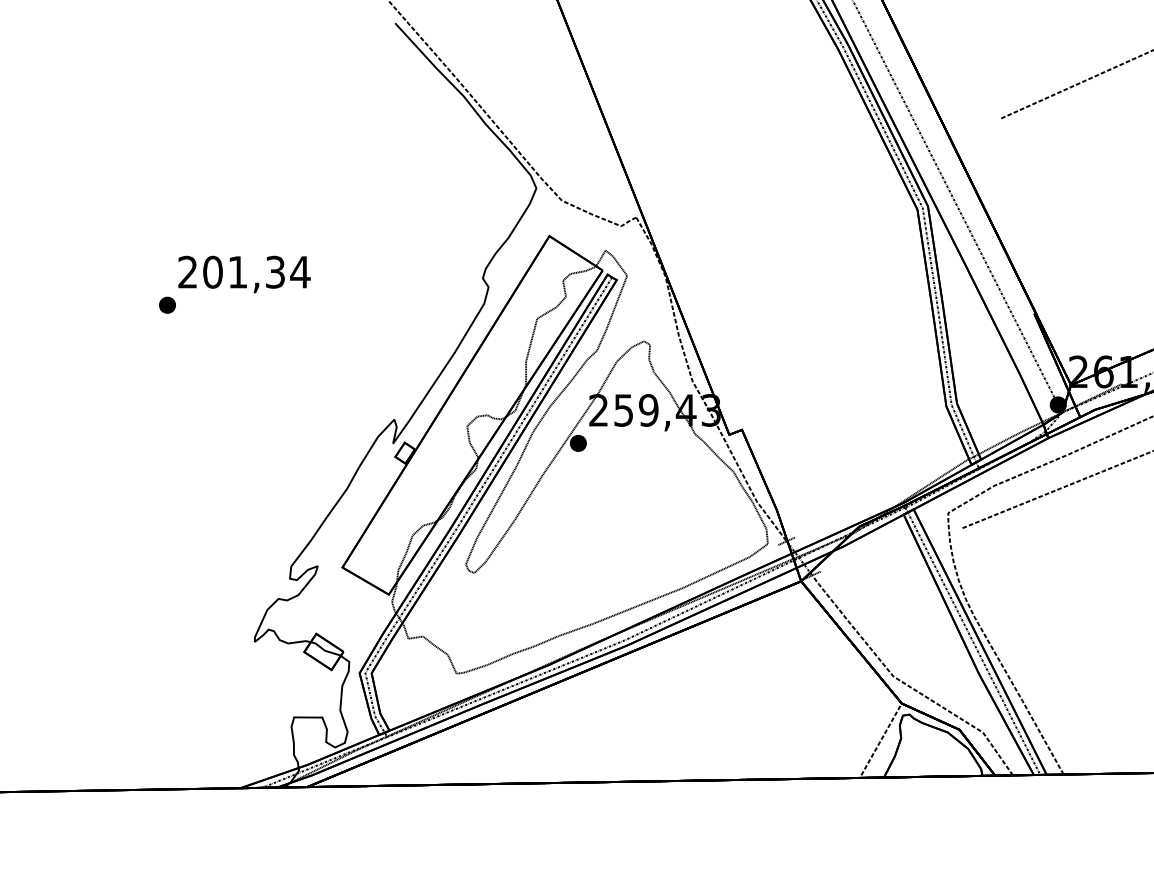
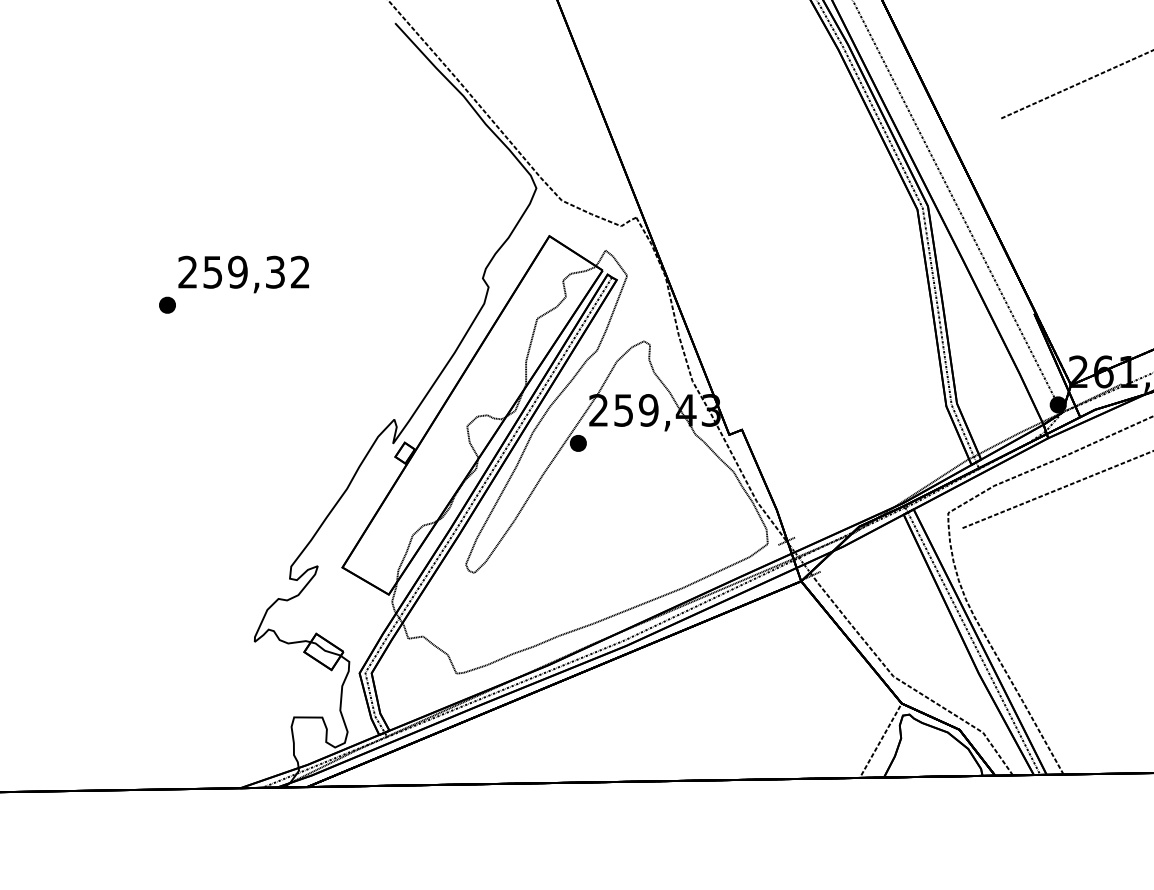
text at (256, 271): 201,34 -> 259,32
